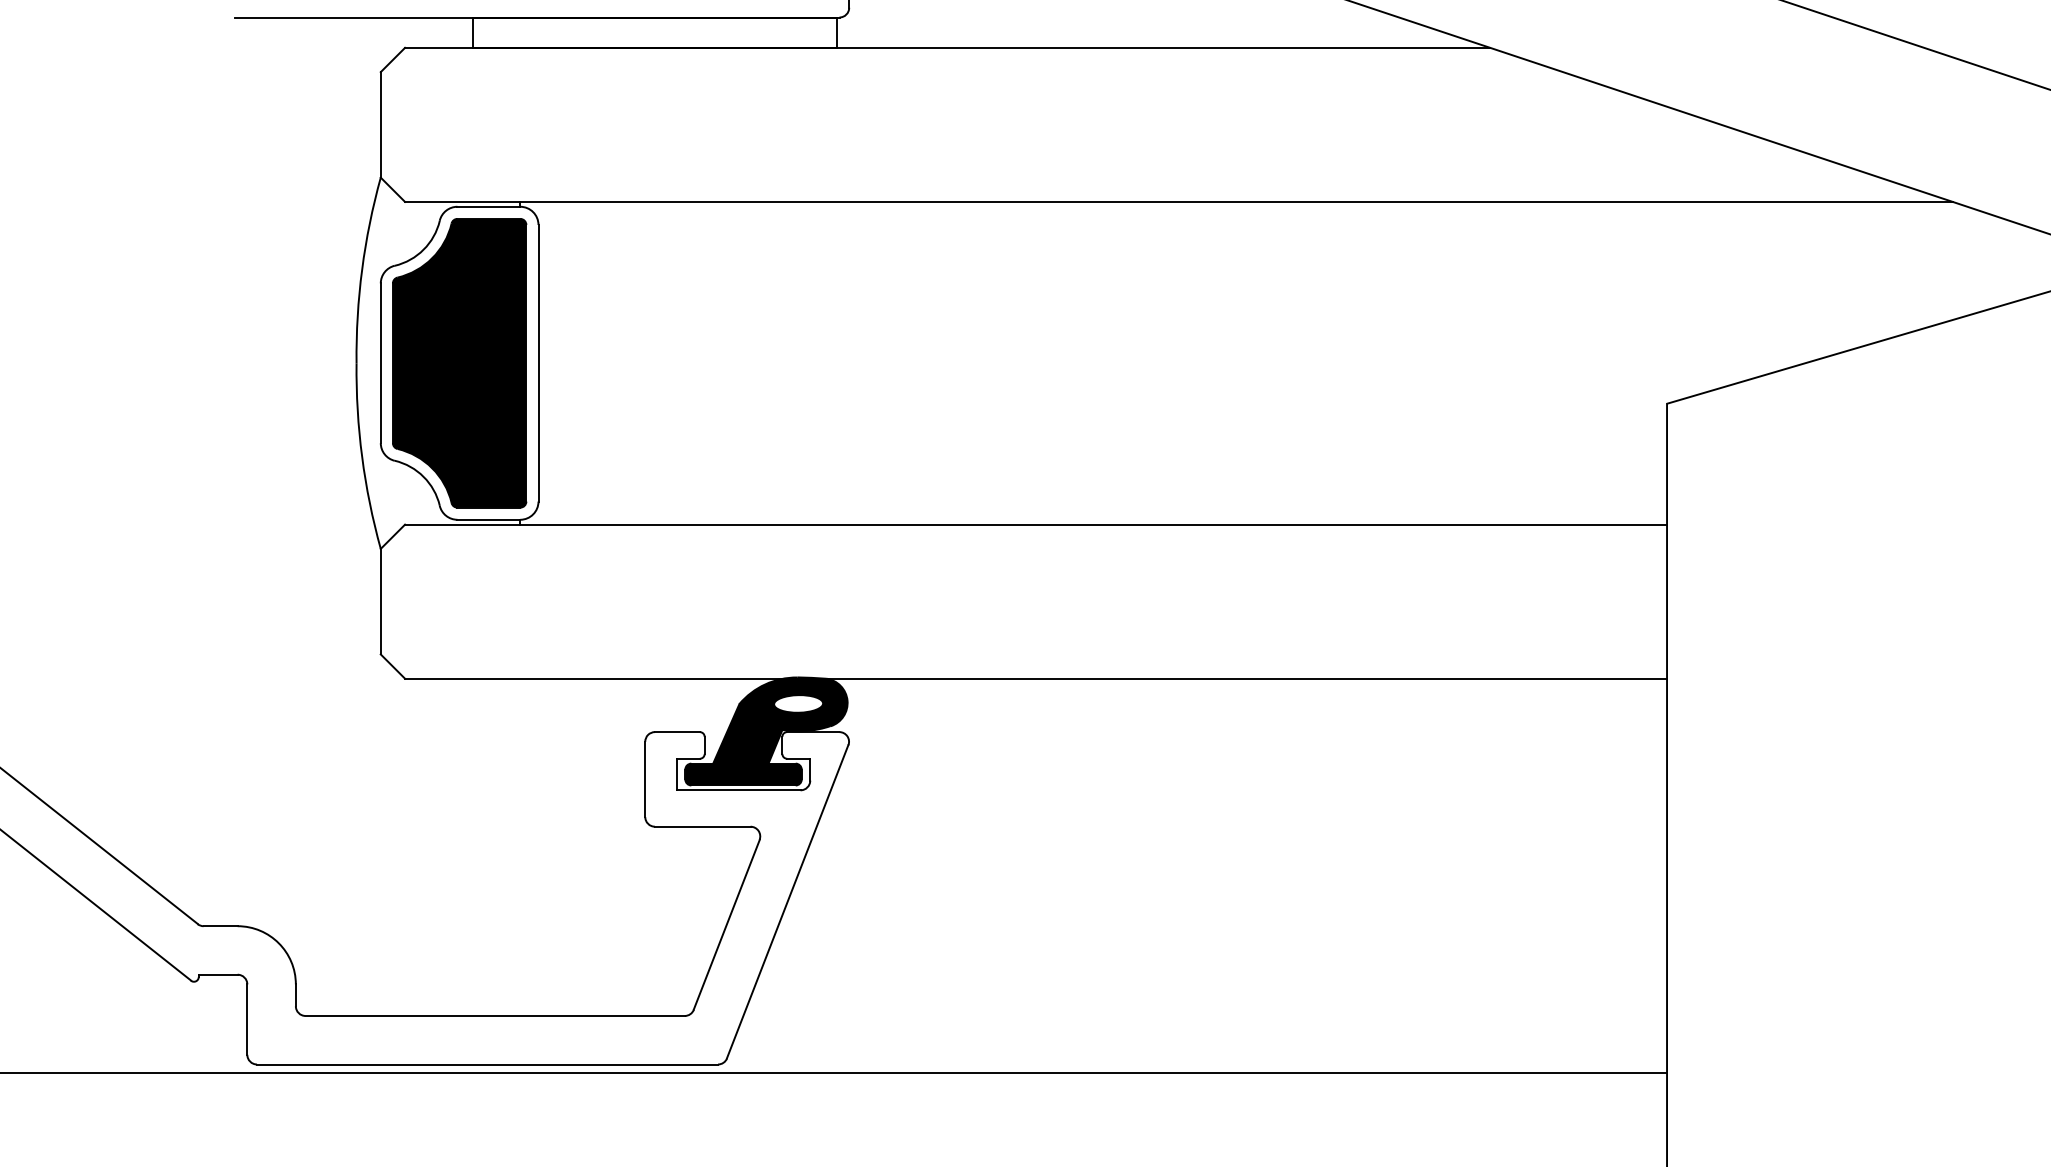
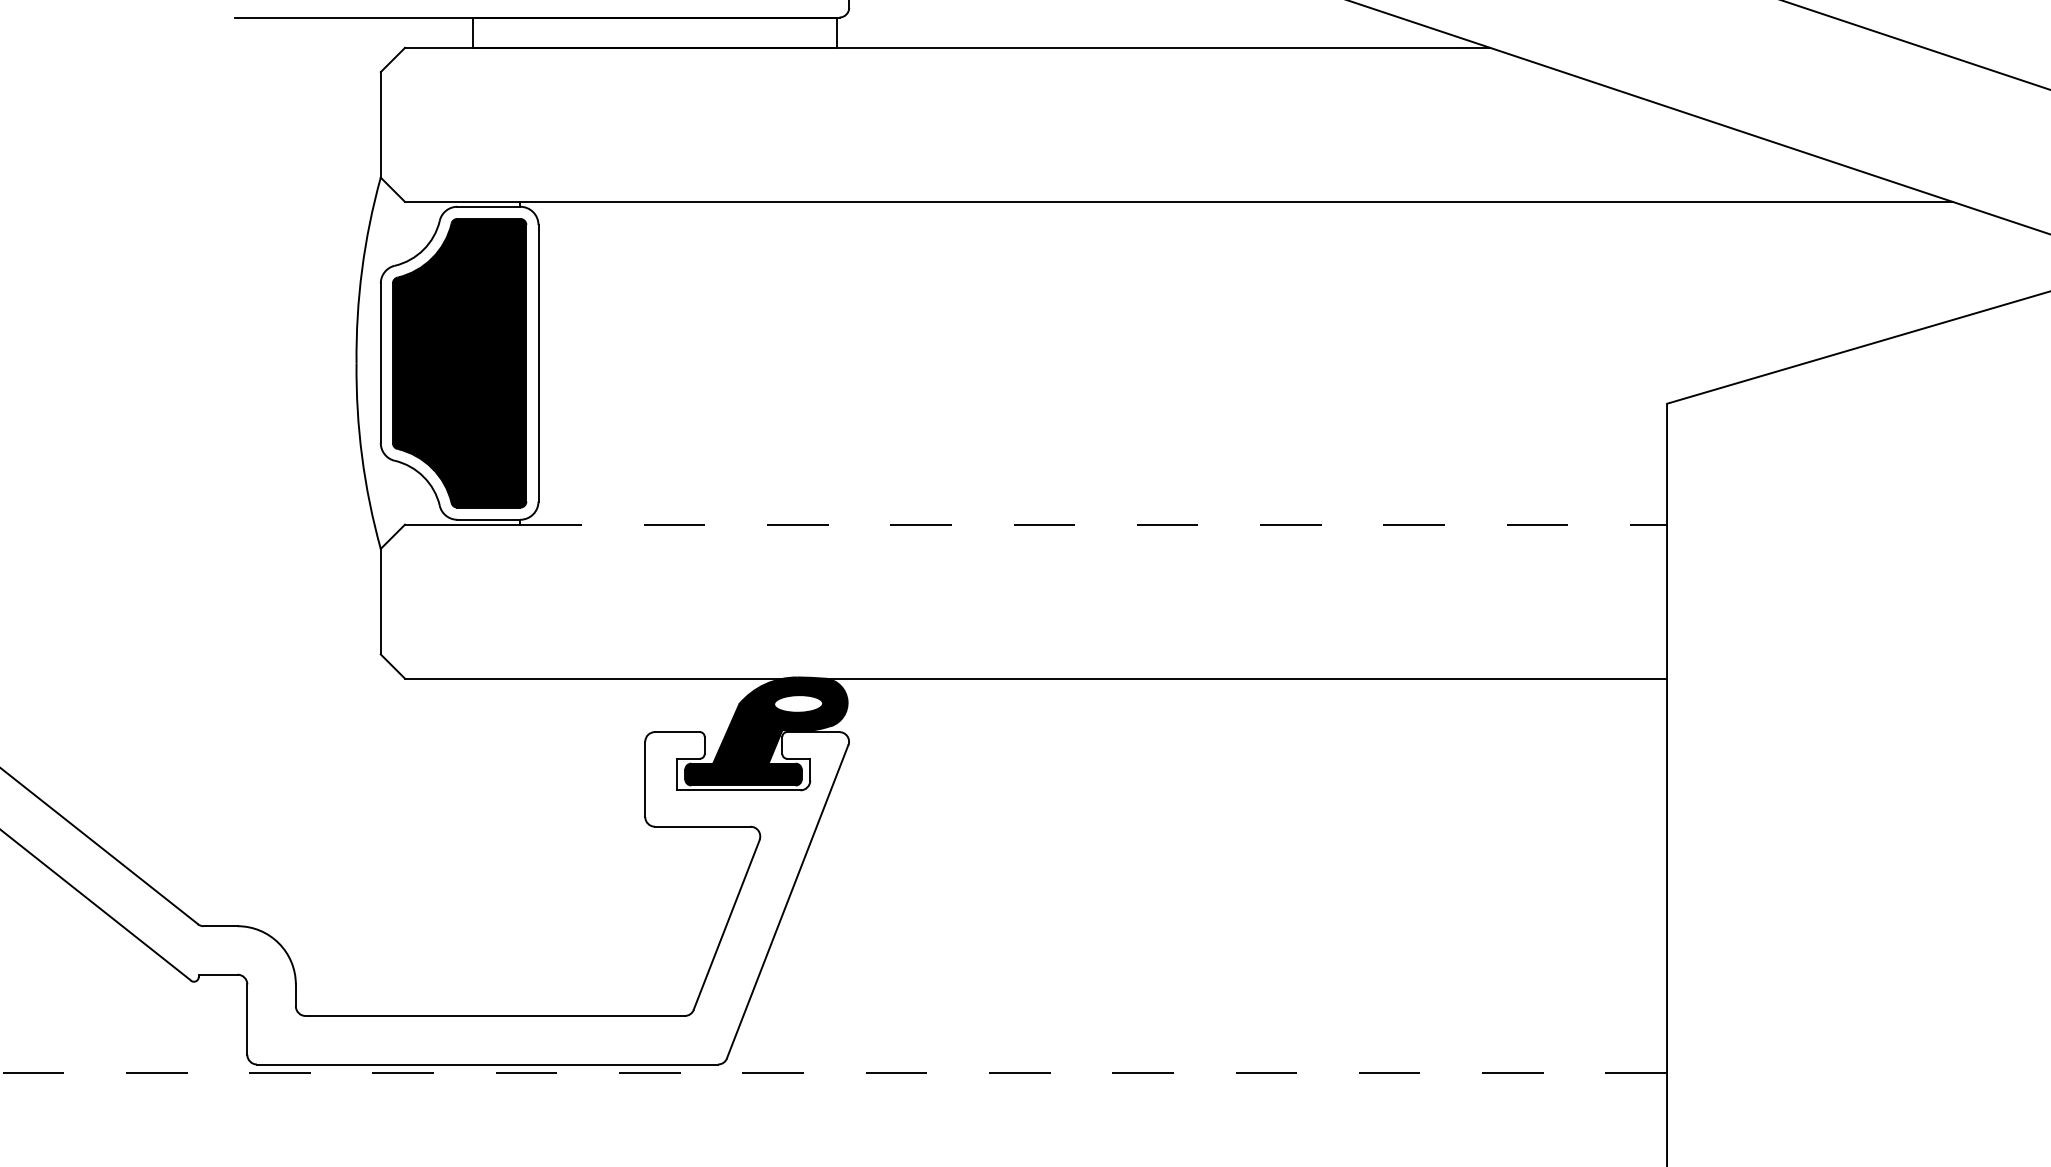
line at (1094, 524): solid -> dashed
line at (833, 1072): solid -> dashed
